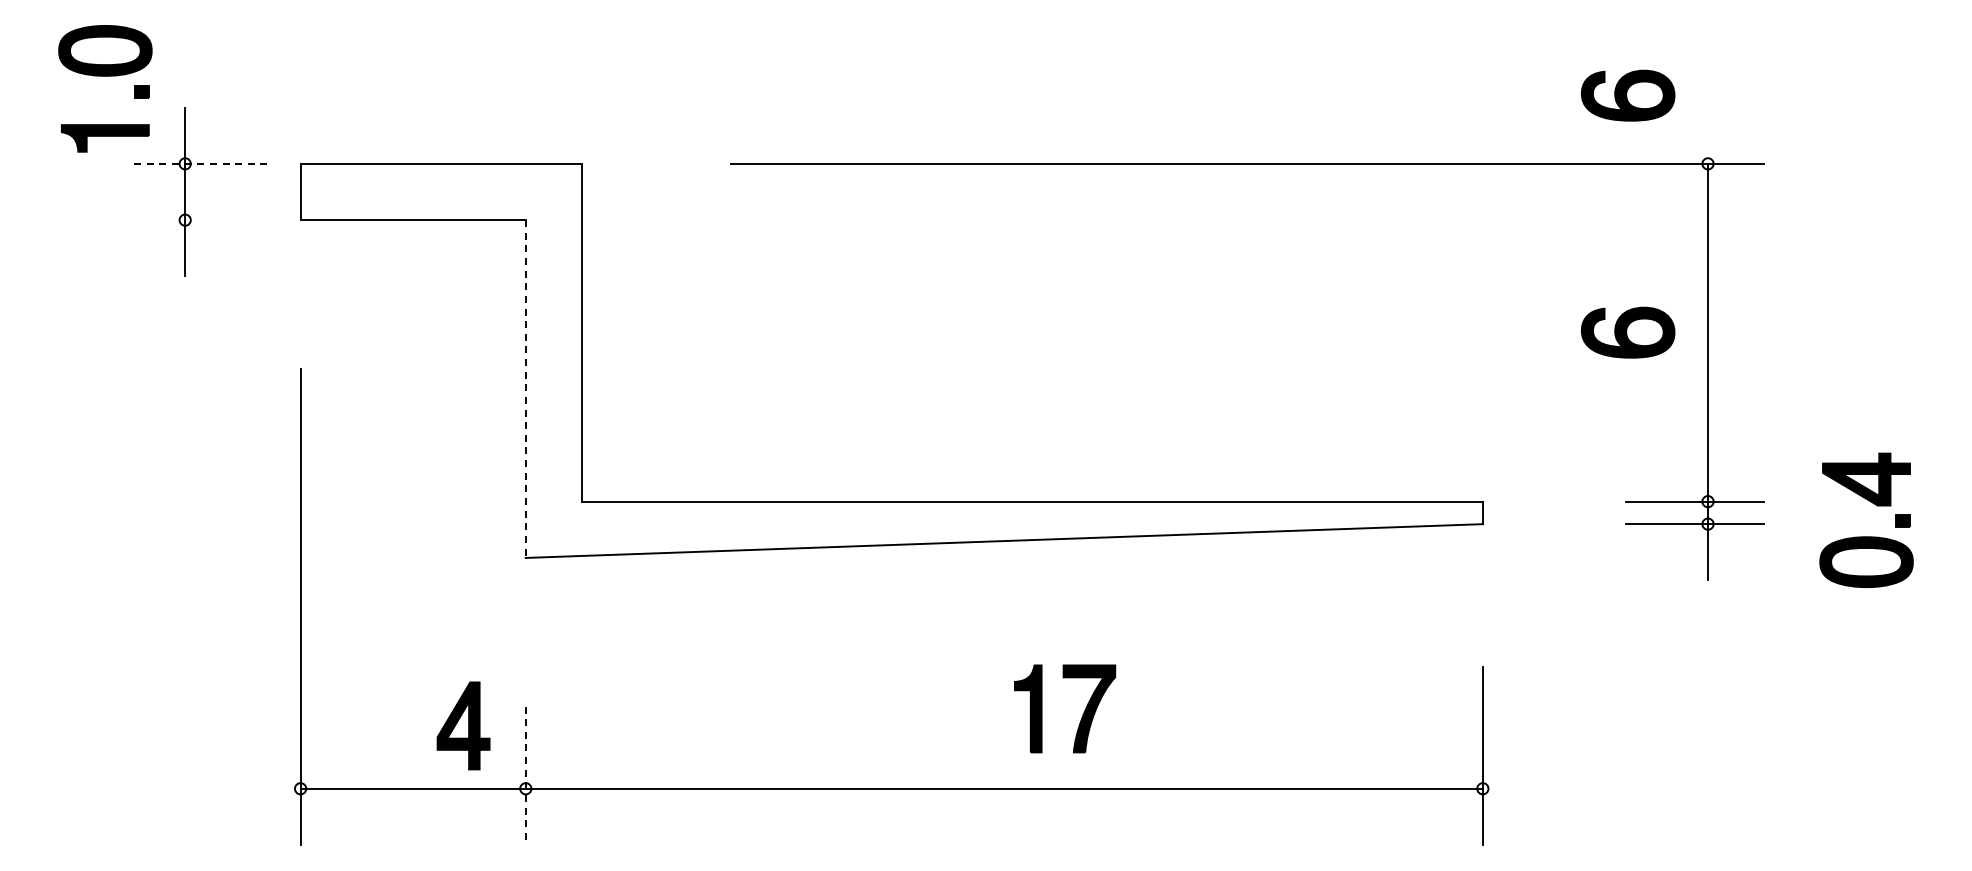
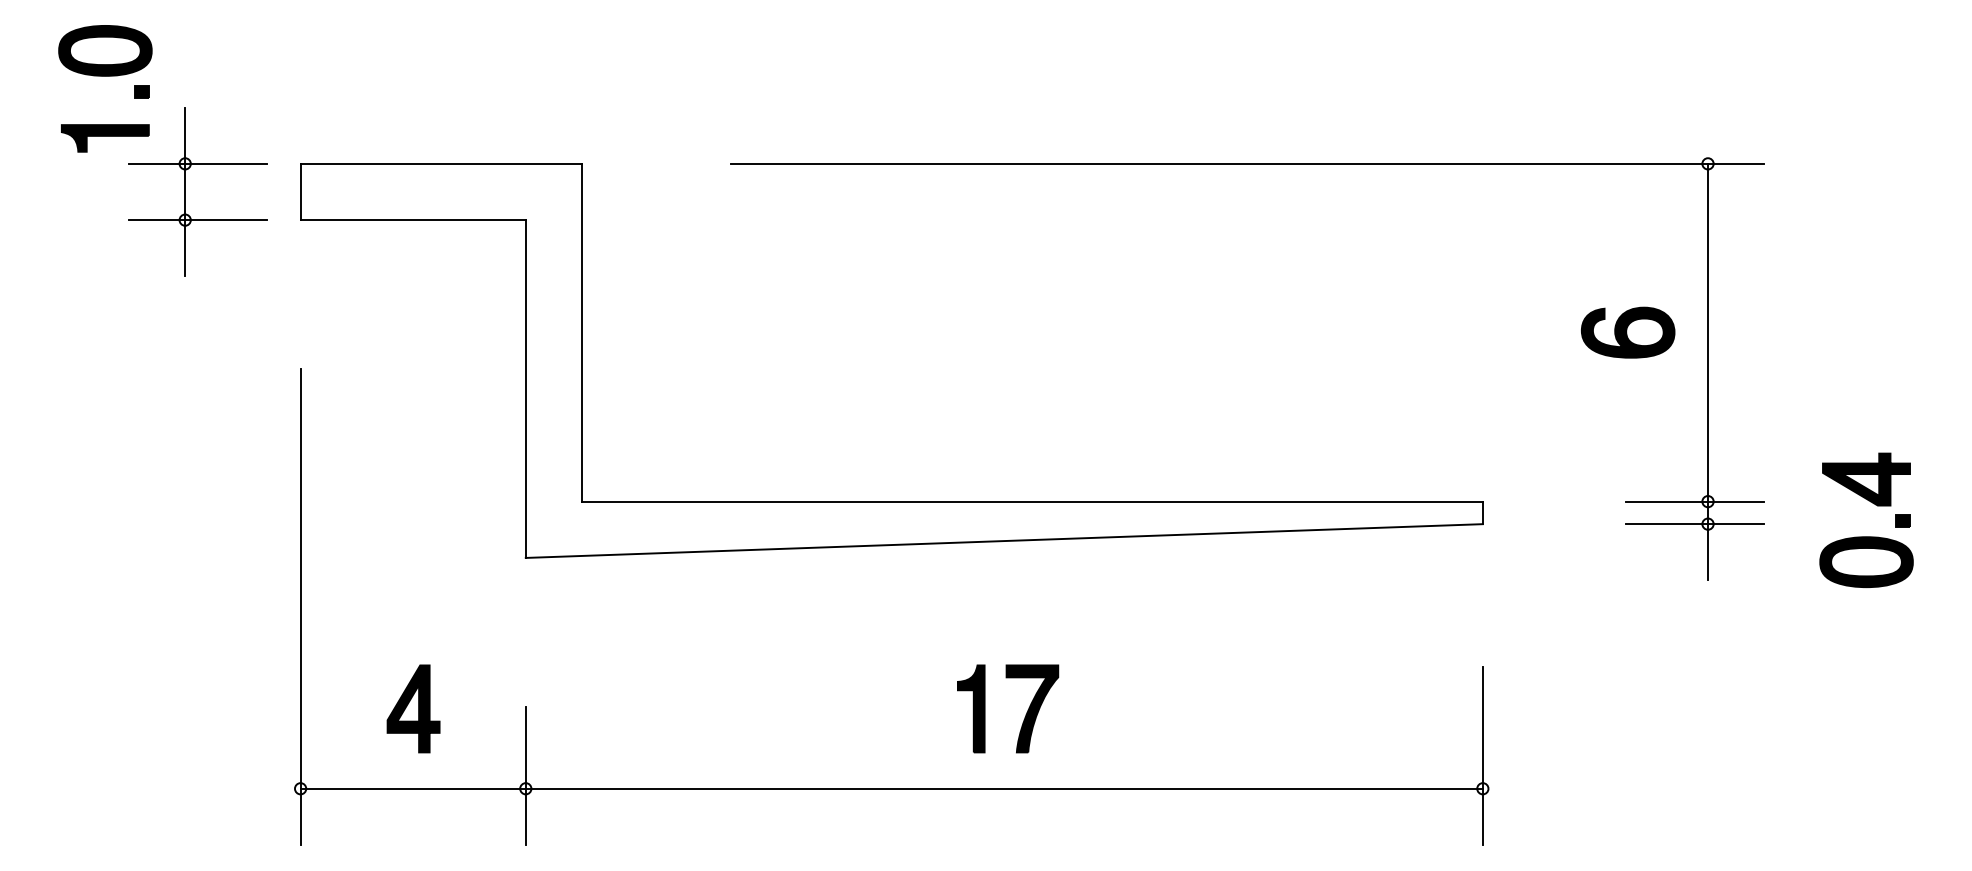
part at (1628, 95): present -> none
line at (197, 163): dashed -> solid
line at (197, 220): none -> present
line at (525, 389): dashed -> solid
part at (1082, 714) position: (1082, 714) -> (1025, 714)
part at (463, 725) position: (463, 725) -> (413, 708)
line at (525, 776): dashed -> solid
